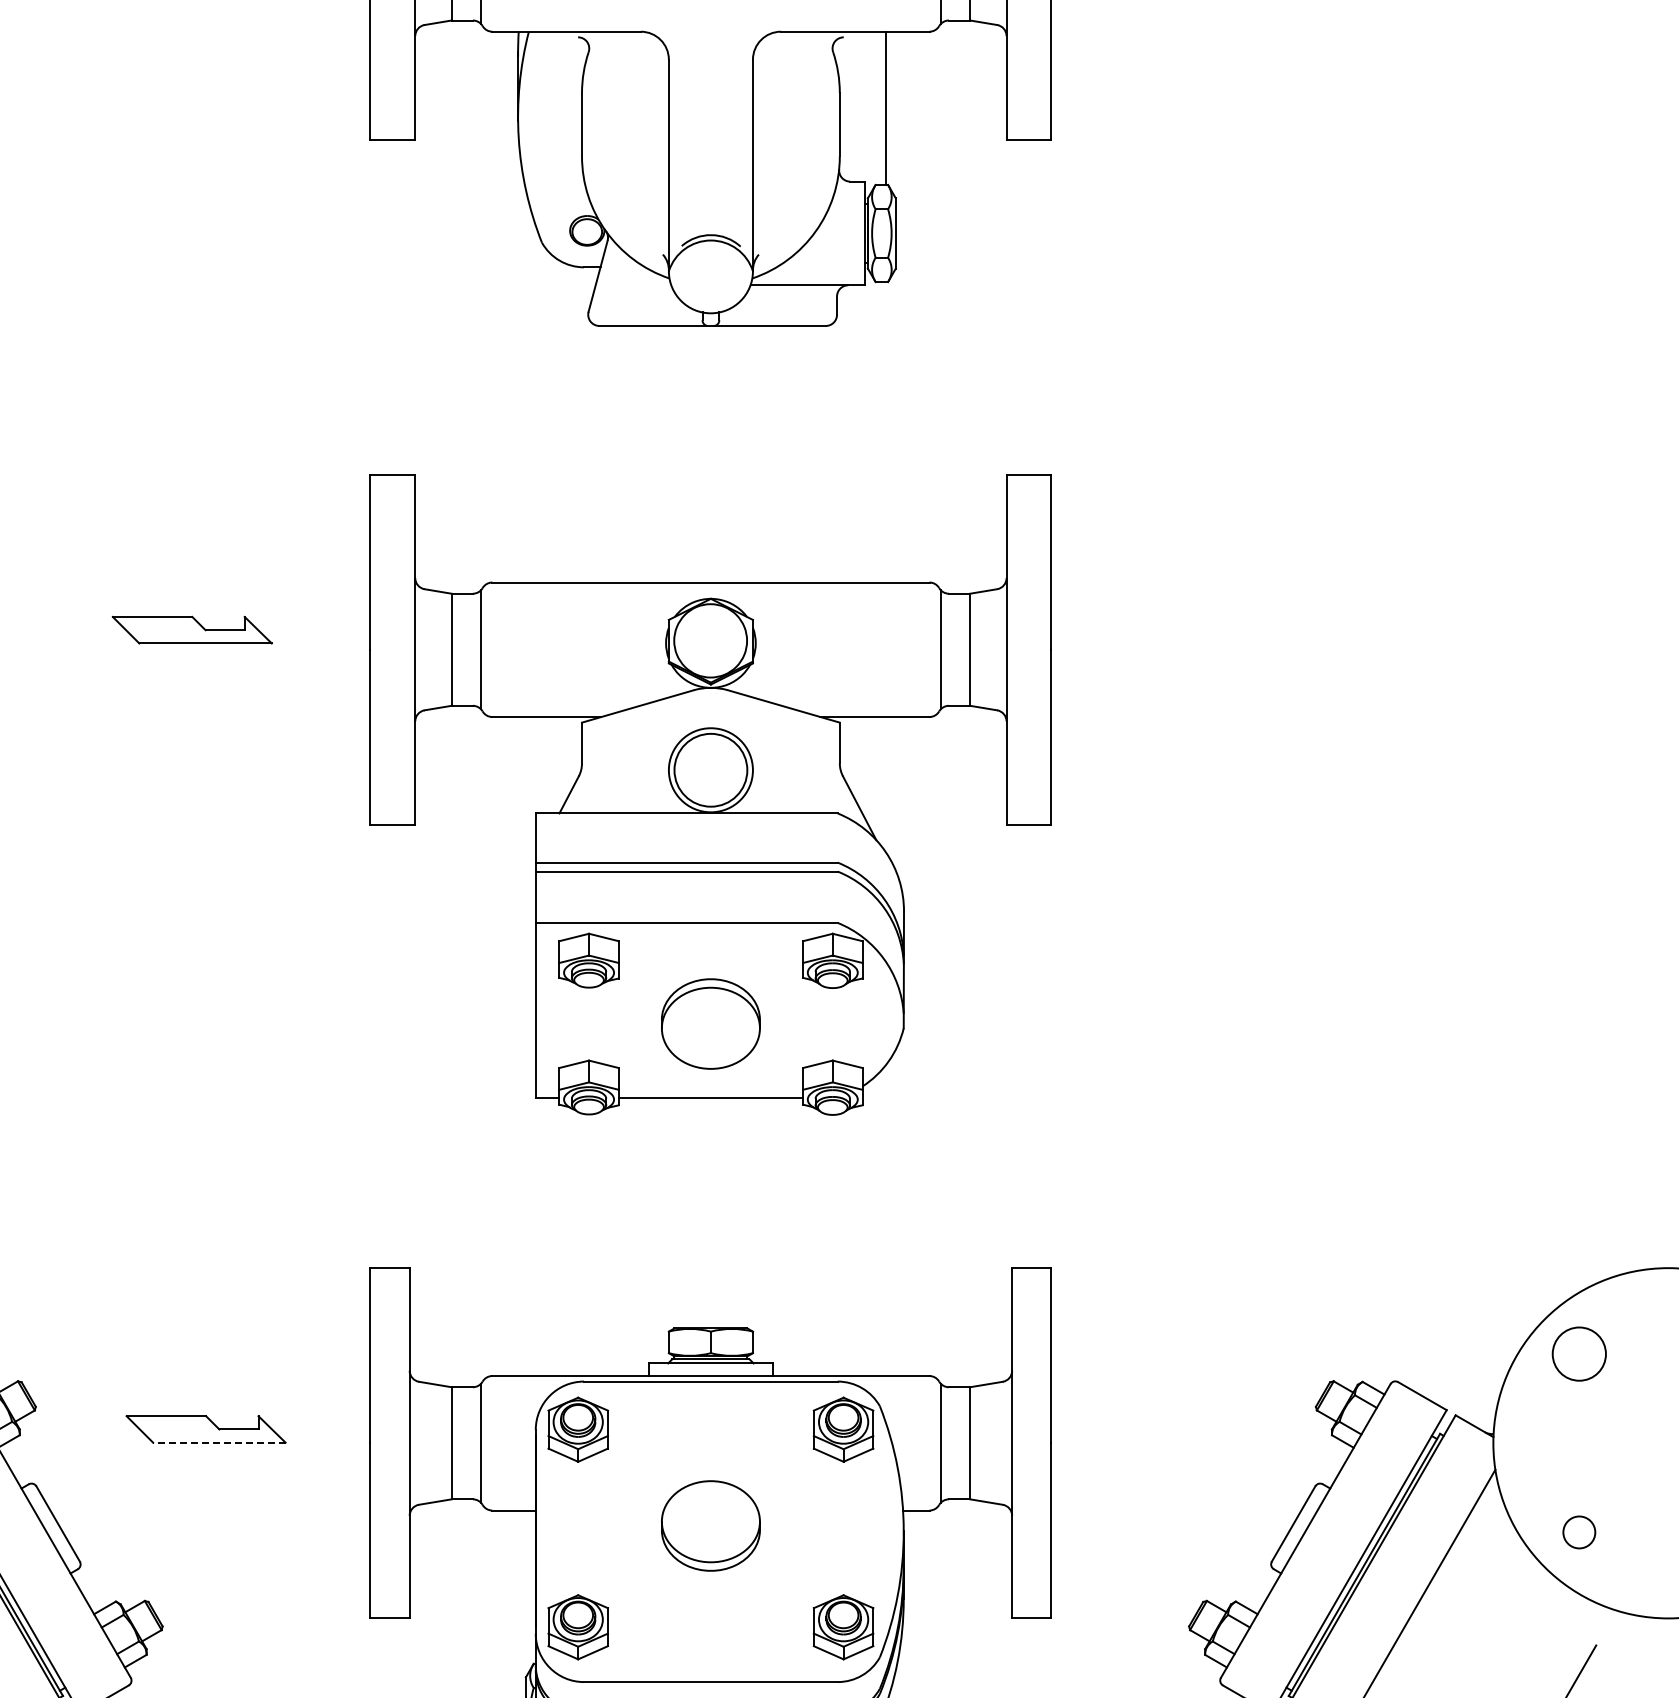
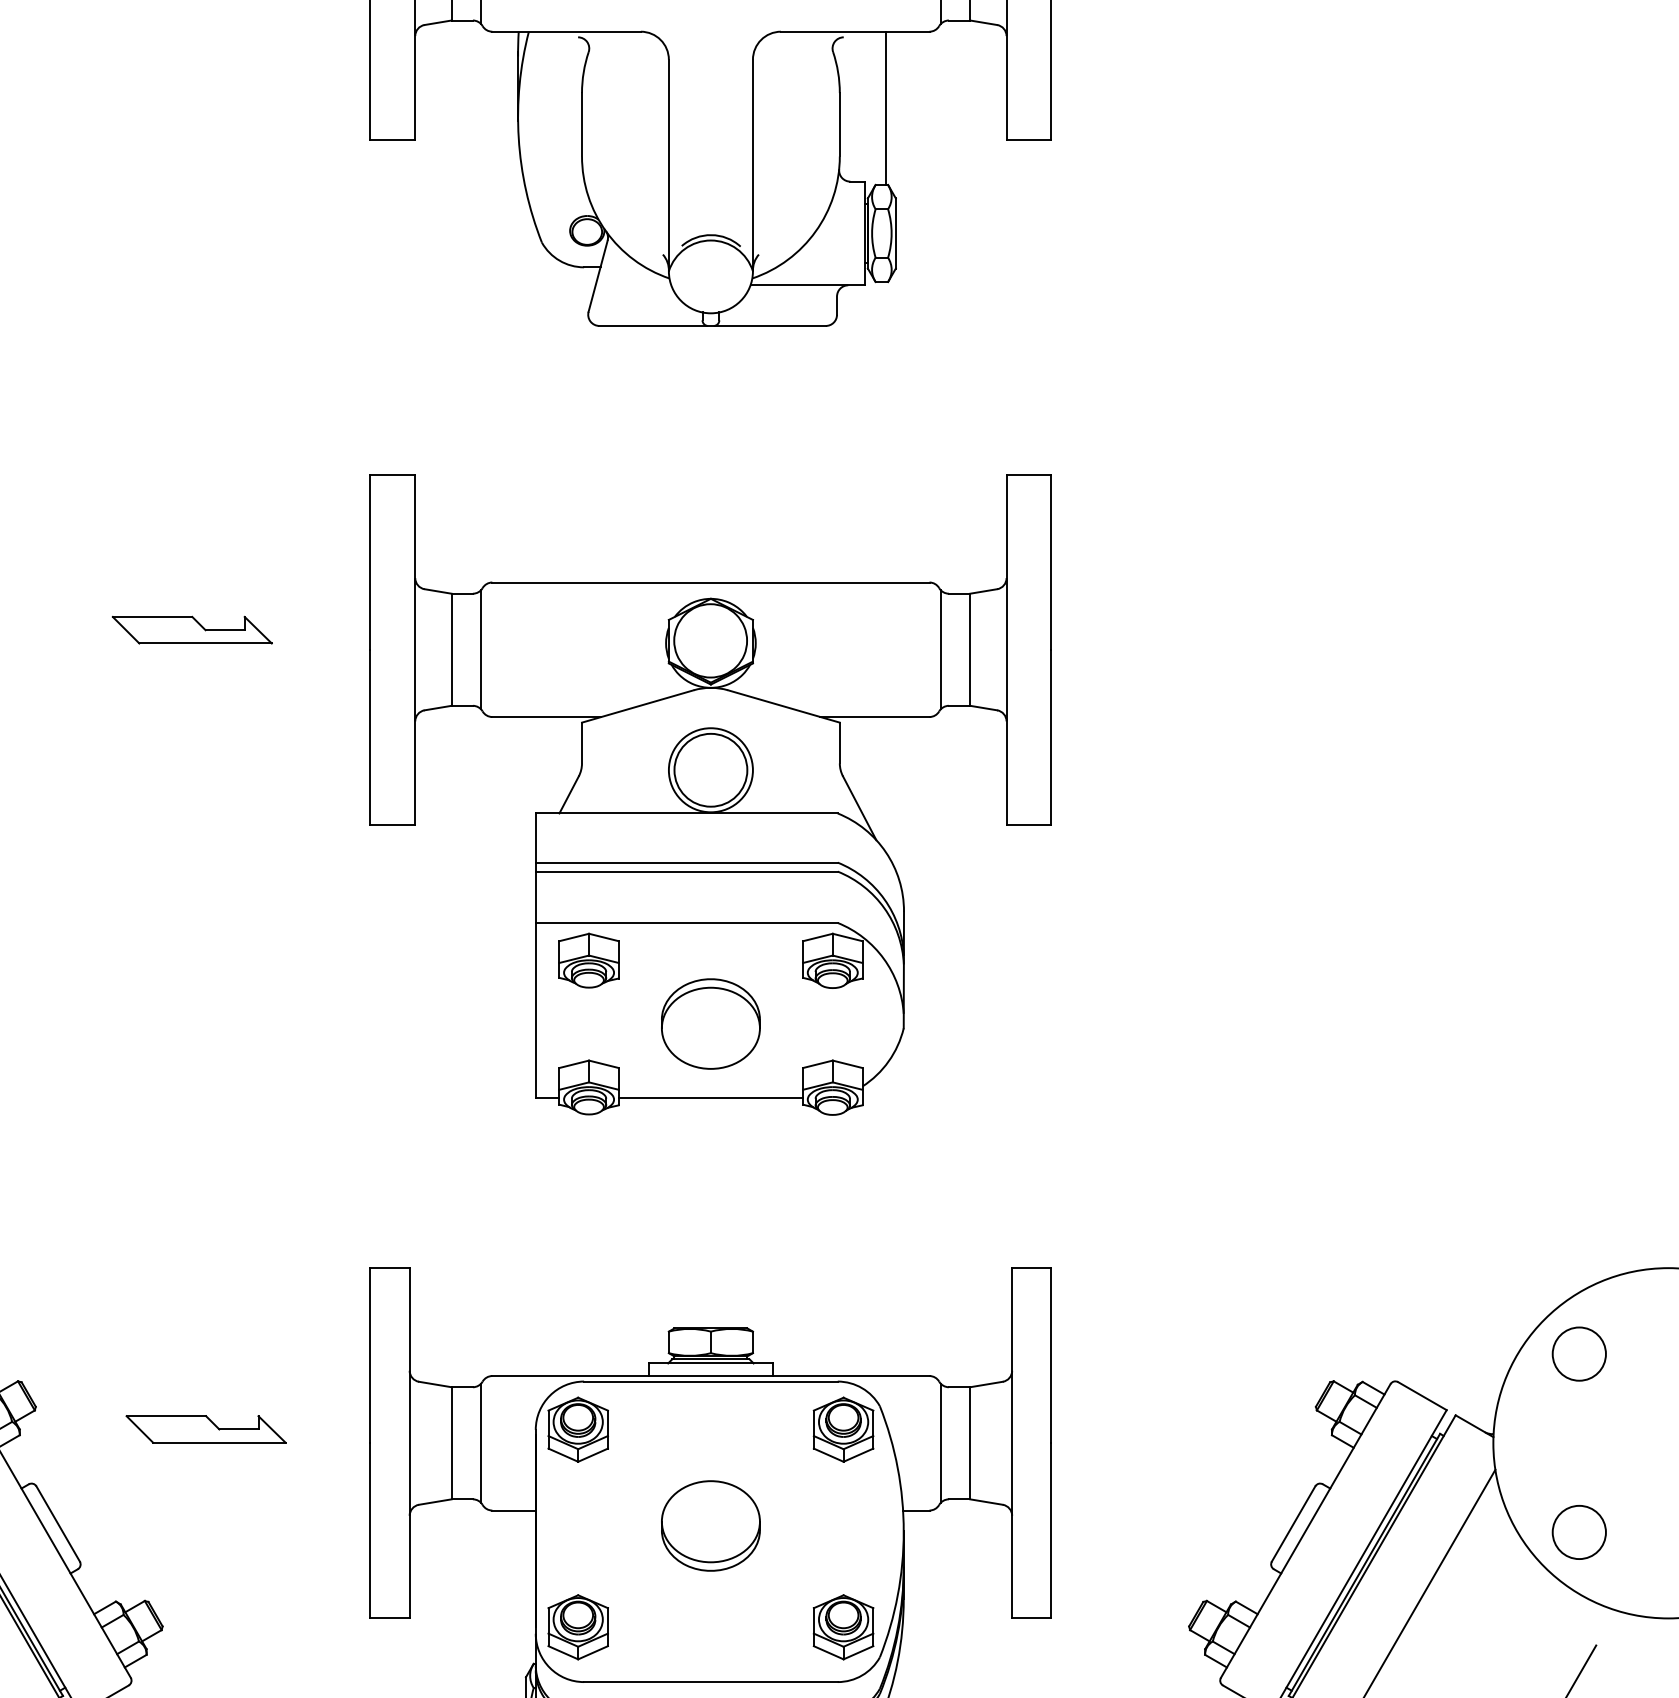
line at (218, 1442): dashed -> solid
circle at (1579, 1532) diameter: 32 px -> 53 px
